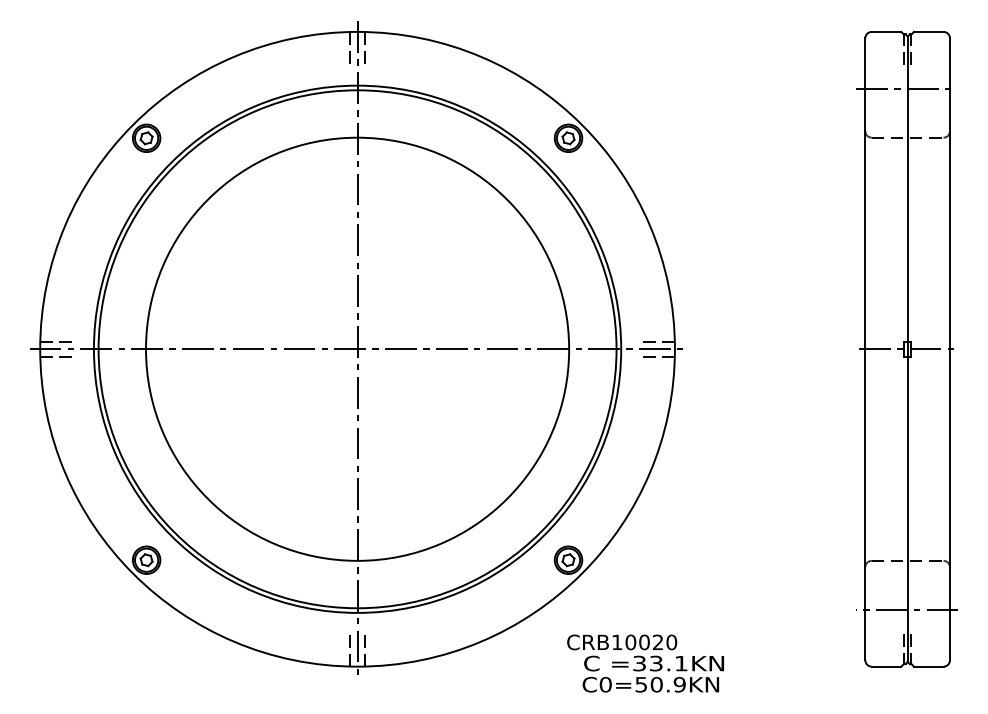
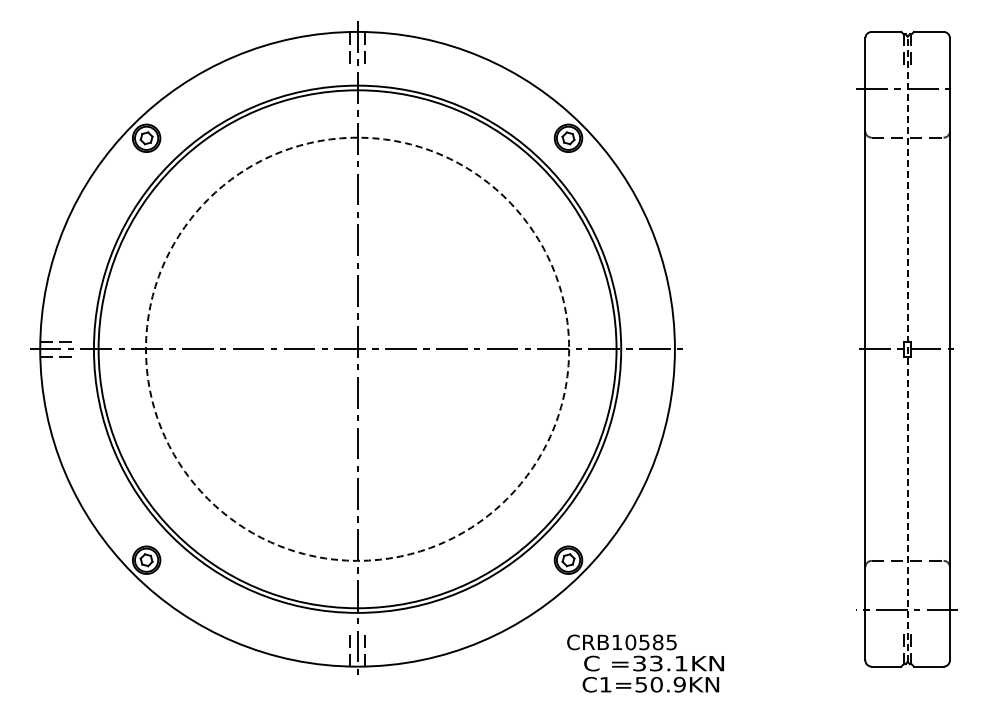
line at (658, 341): present -> none
circle at (357, 348): solid -> dashed
line at (907, 349): solid -> dashed
line at (658, 356): present -> none
text at (658, 642): CRB10020 -> CRB10585
text at (605, 684): C0=50.9KN -> C1=50.9KN
